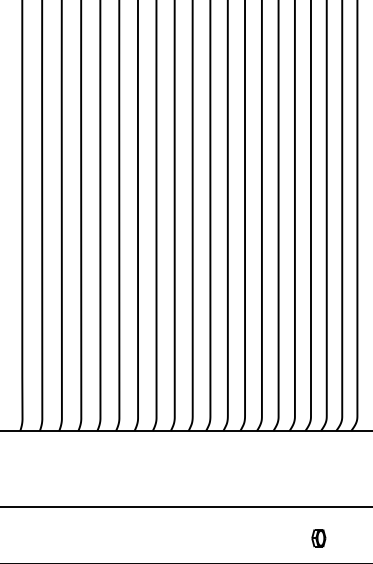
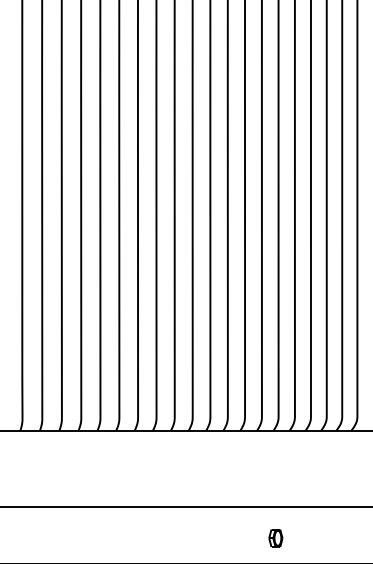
part at (318, 538) position: (318, 538) -> (275, 538)
